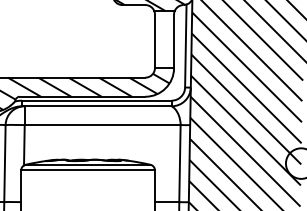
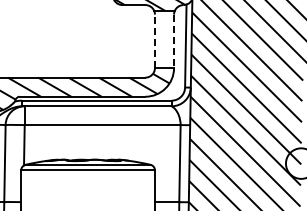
line at (154, 41): solid -> dashed
line at (174, 41): solid -> dashed
